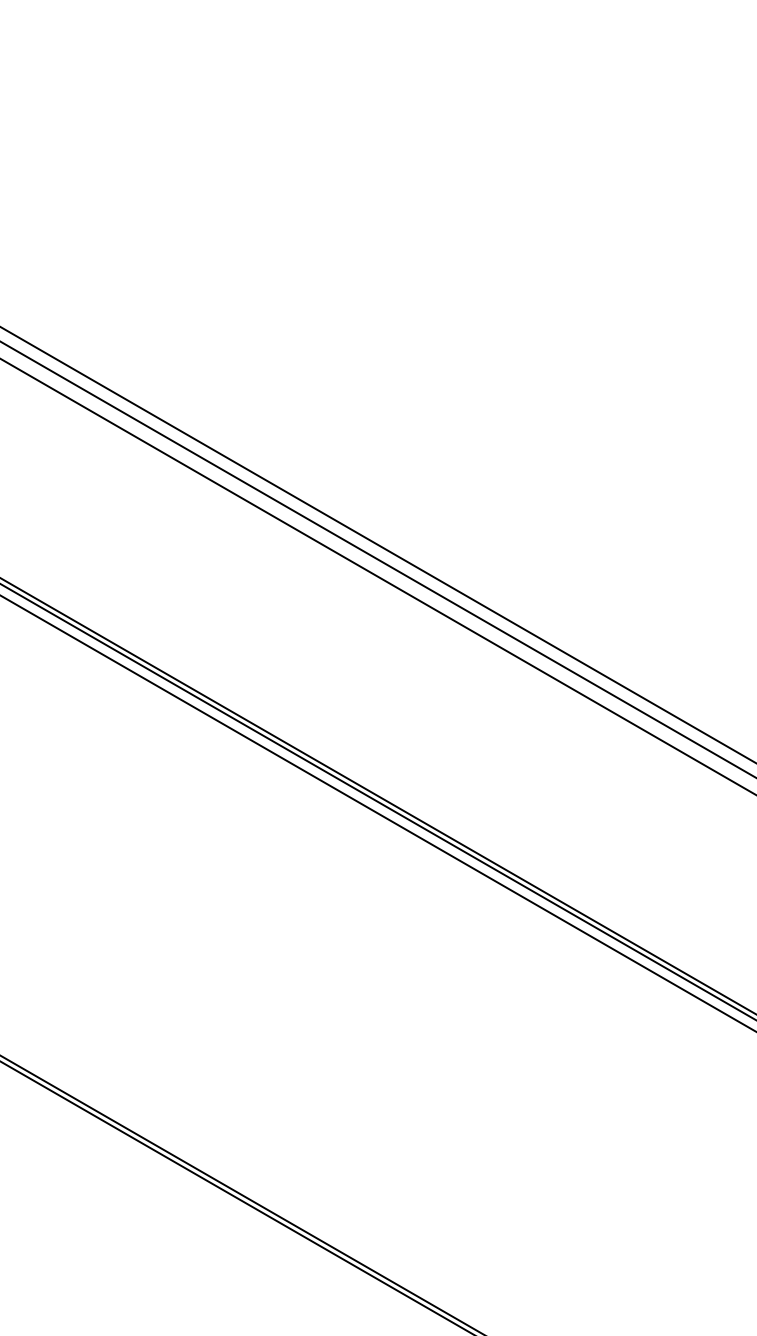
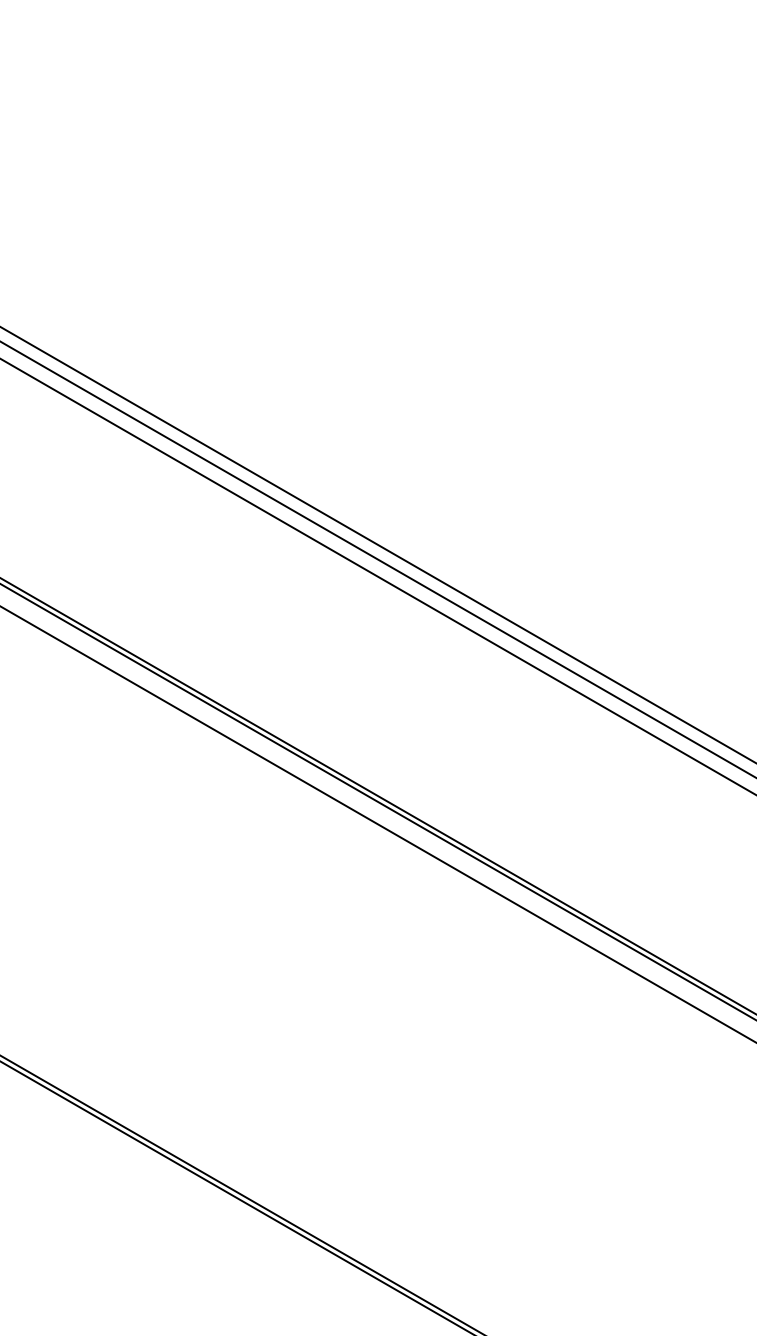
line at (377, 813) position: (377, 813) -> (377, 823)
